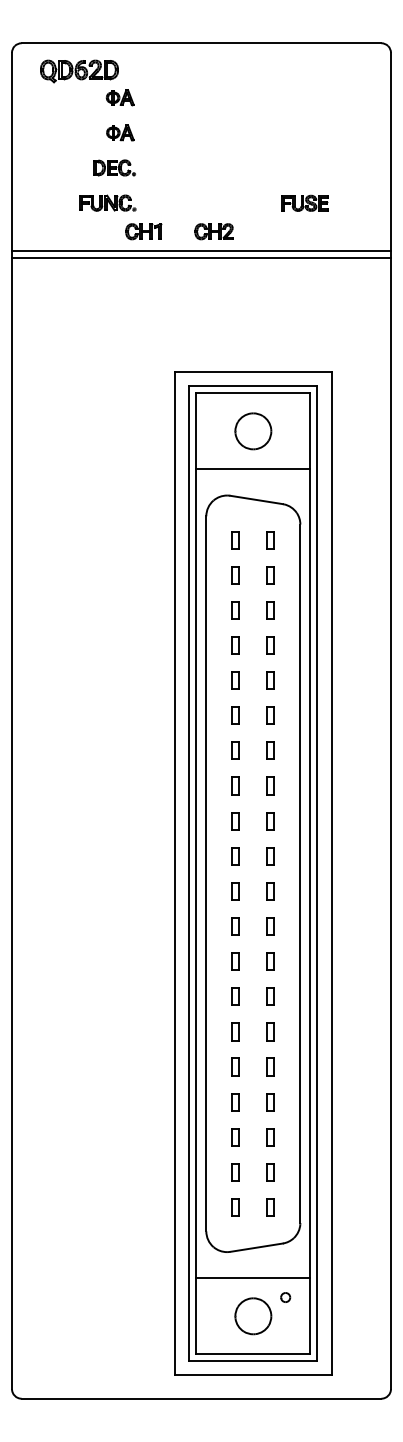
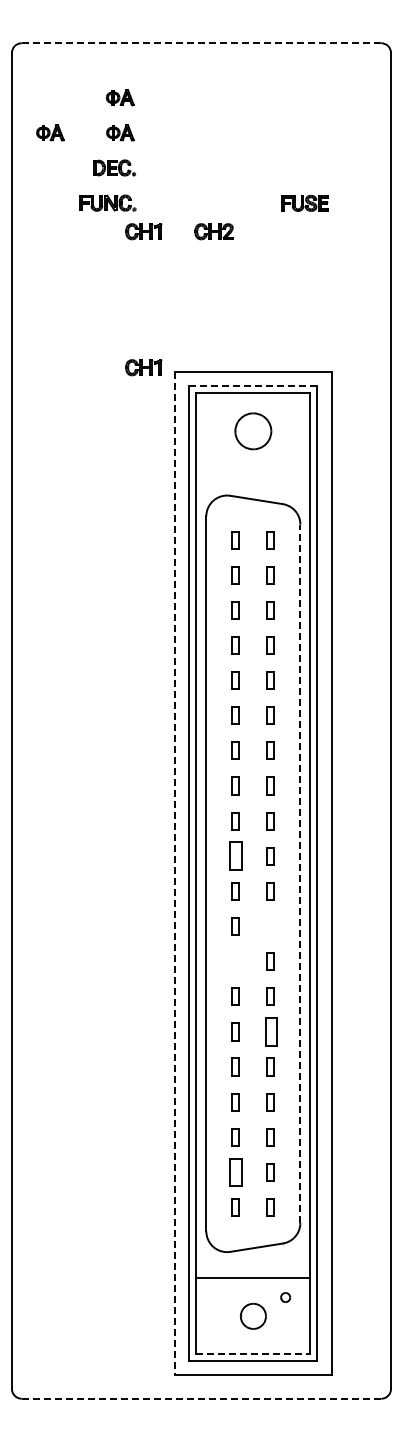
line at (201, 43): solid -> dashed
part at (79, 71): present -> none
part at (50, 132): none -> present
line at (201, 250): present -> none
line at (201, 257): present -> none
part at (143, 367): none -> present
line at (253, 386): solid -> dashed
line at (253, 469): present -> none
part at (235, 856) size: 9x19 px -> 14x30 px
line at (300, 873): solid -> dashed
line at (175, 874): solid -> dashed
part at (270, 926): present -> none
part at (235, 961): present -> none
part at (270, 1031) size: 9x20 px -> 13x30 px
part at (235, 1172) size: 9x19 px -> 14x29 px
part at (253, 1316) size: 39x39 px -> 28x28 px
line at (253, 1354): solid -> dashed
line at (201, 1398): solid -> dashed
